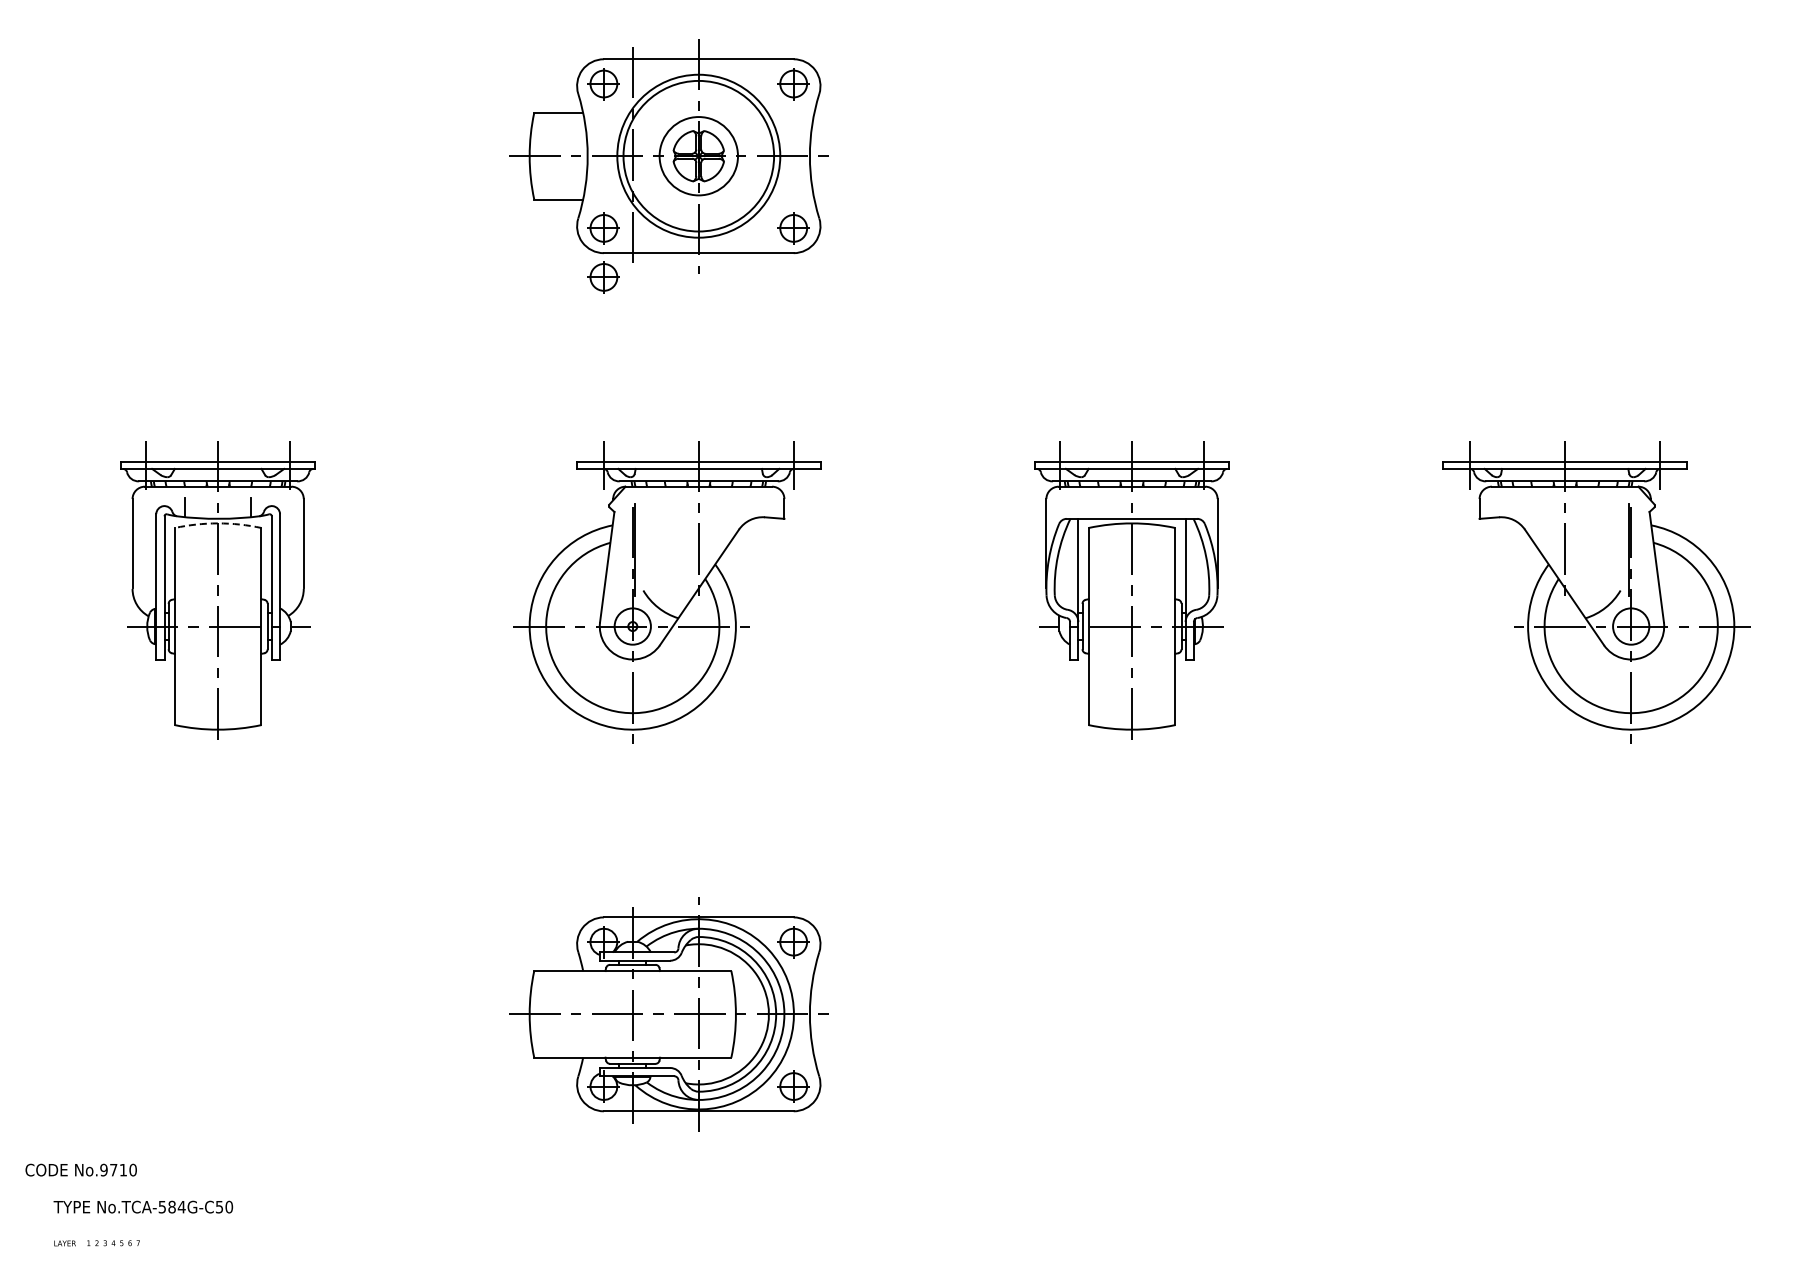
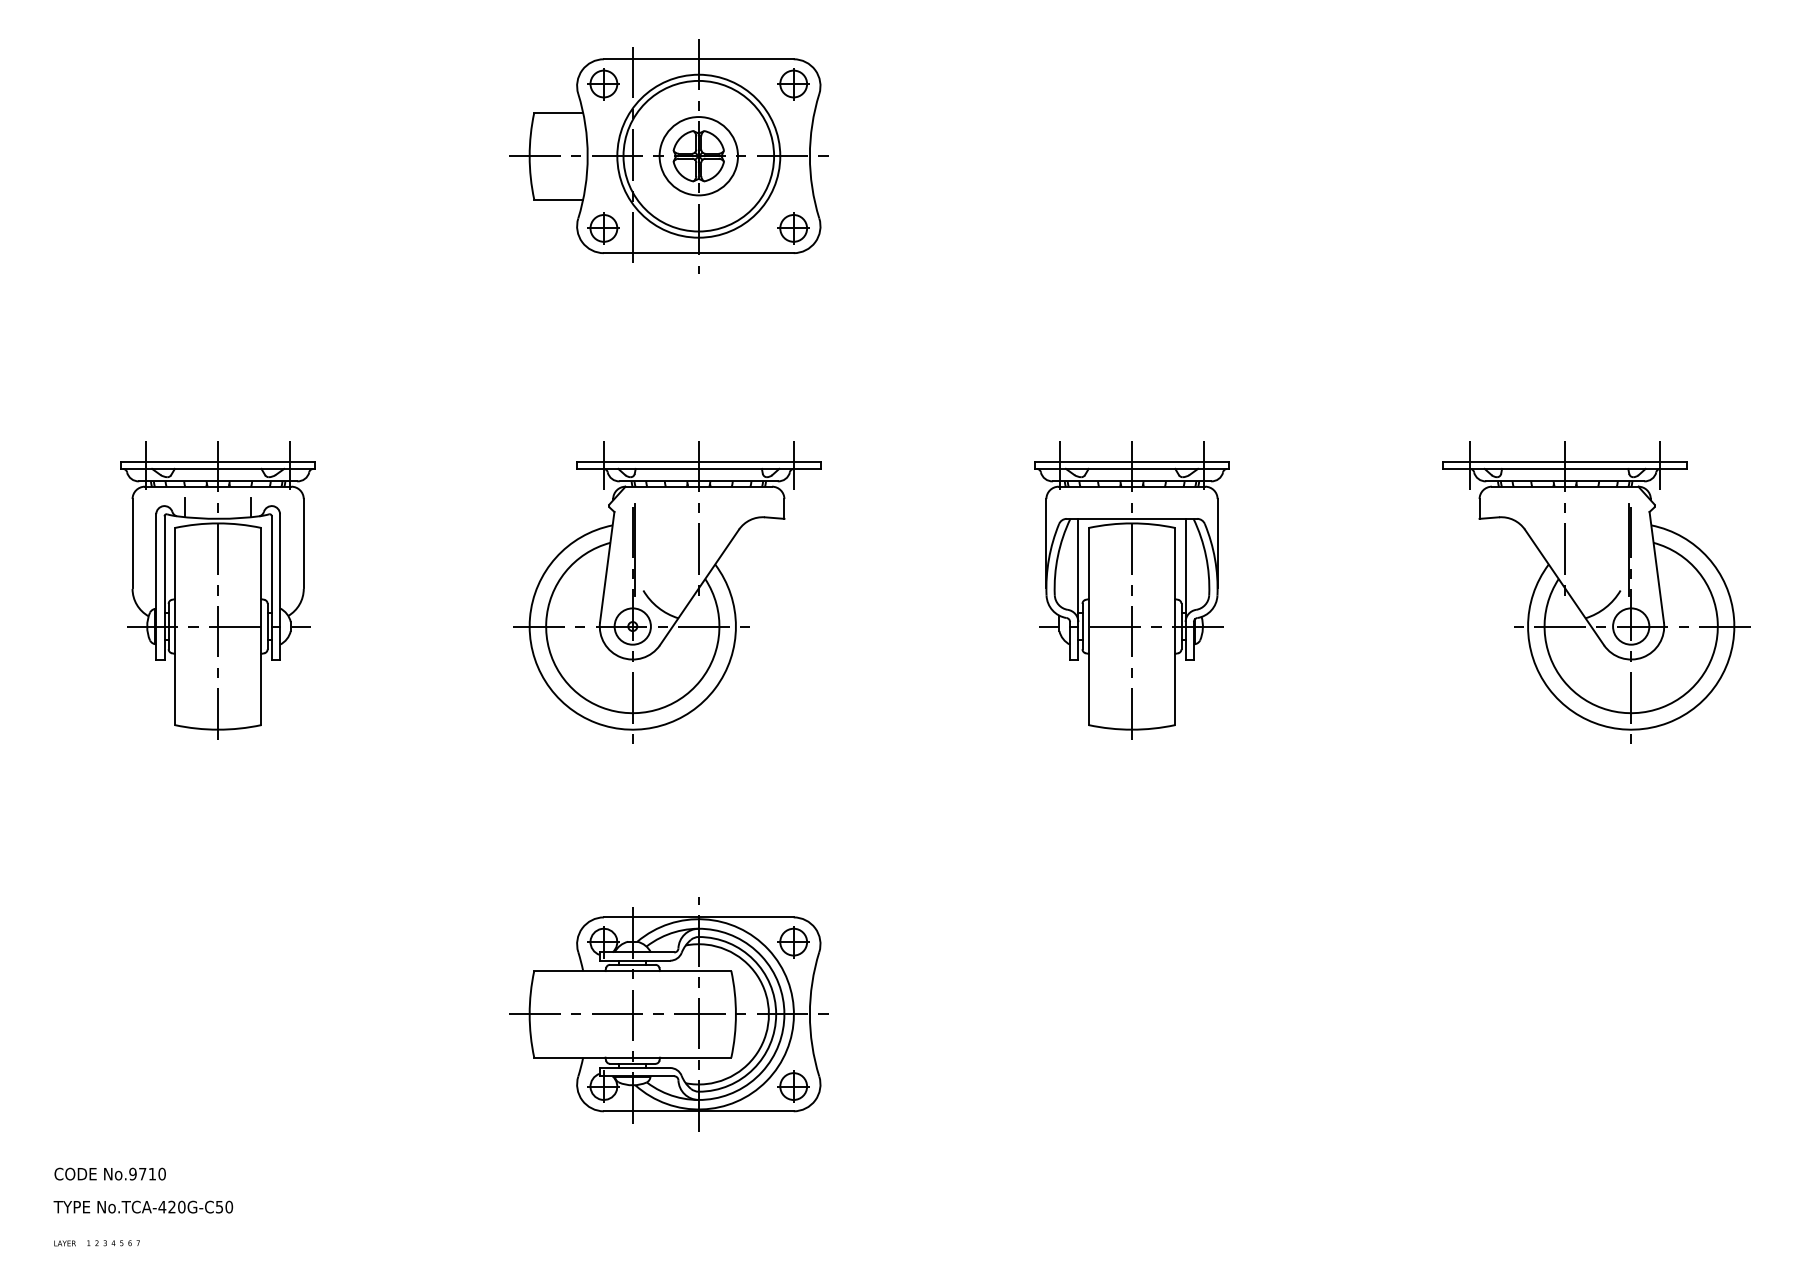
part at (603, 277): present -> none
arc at (218, 523): dashed -> solid
text at (80, 1169) position: (80, 1169) -> (109, 1173)
text at (171, 1206): No.TCA-584G-C50 -> No.TCA-420G-C50
